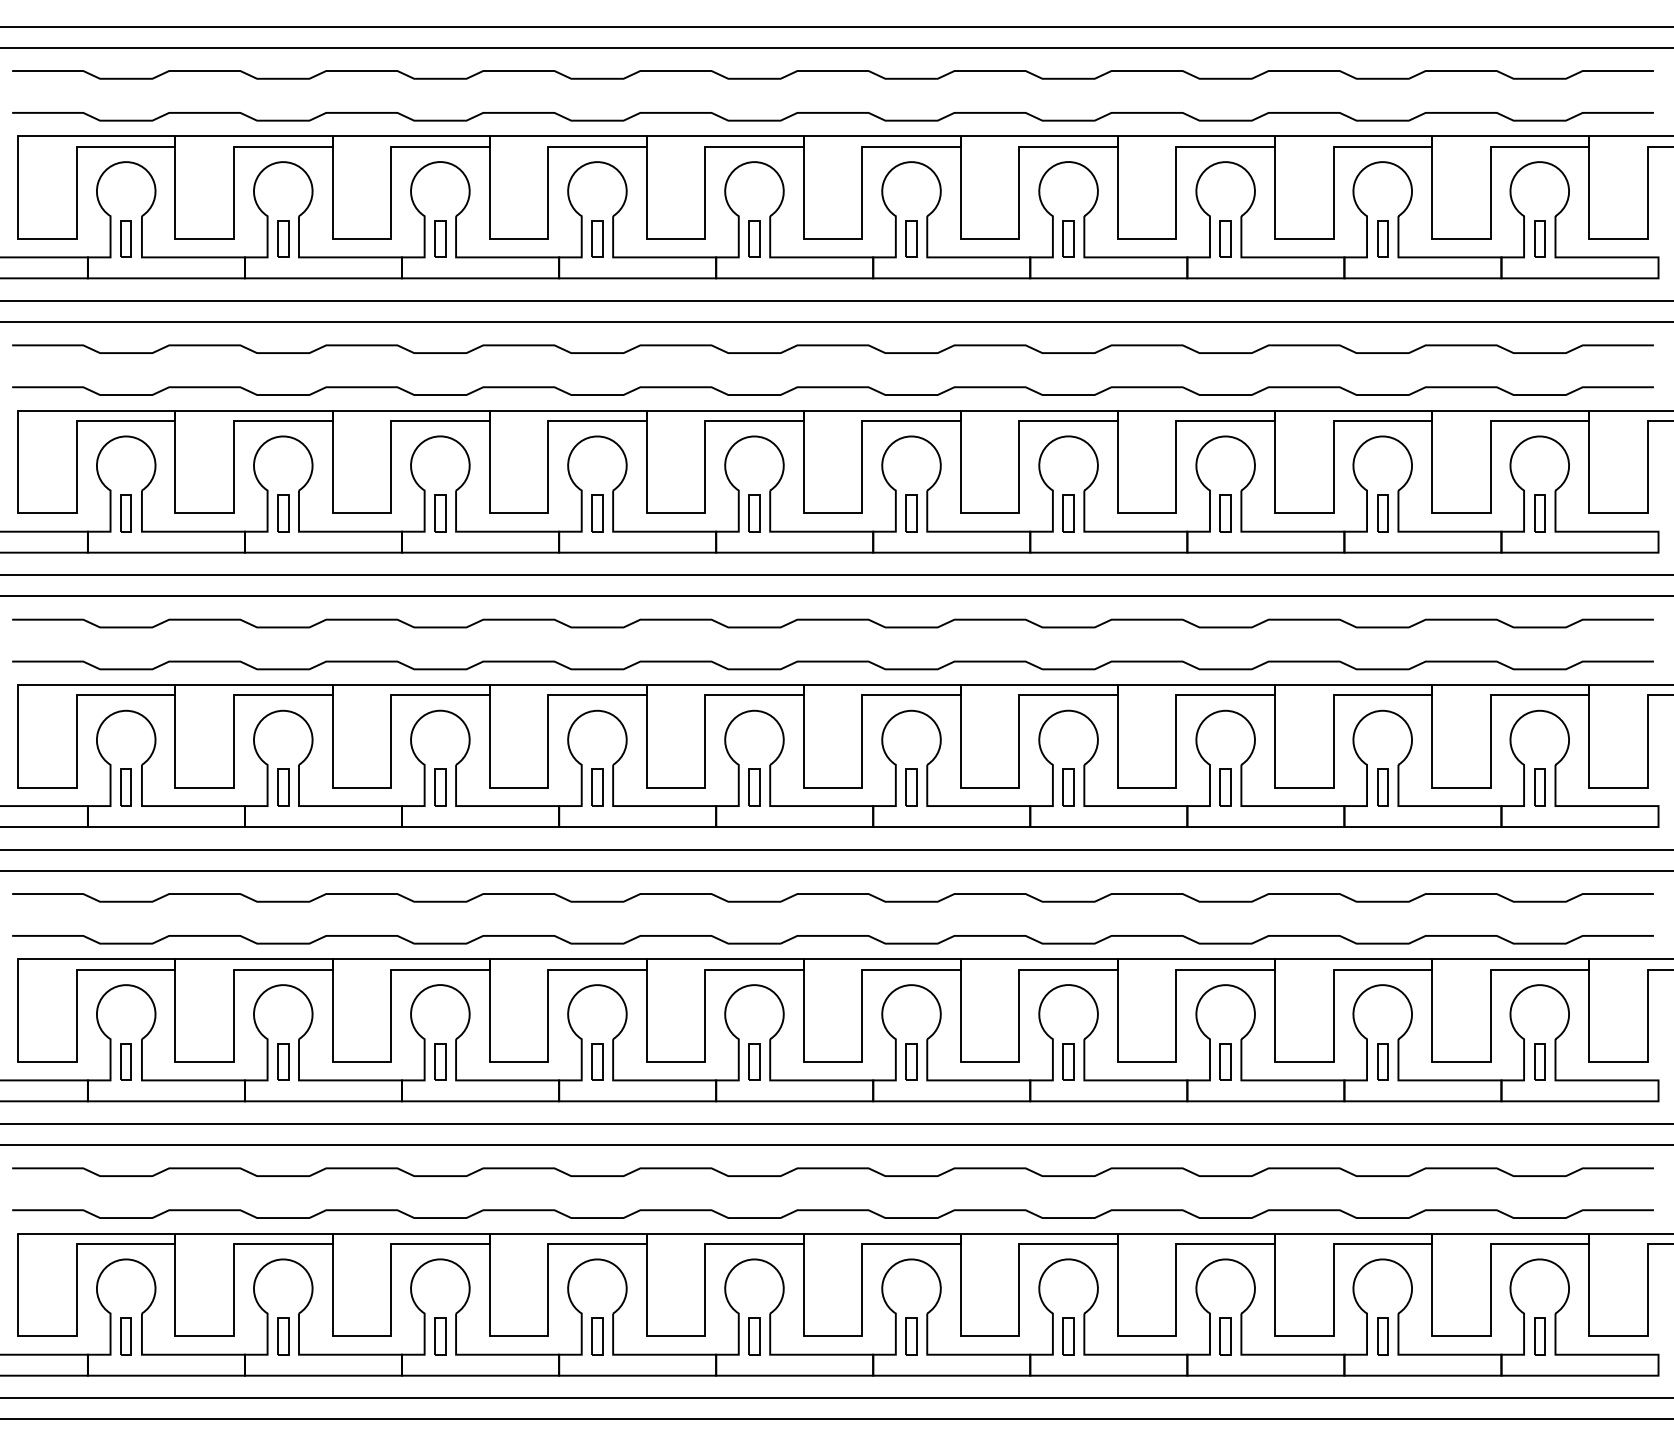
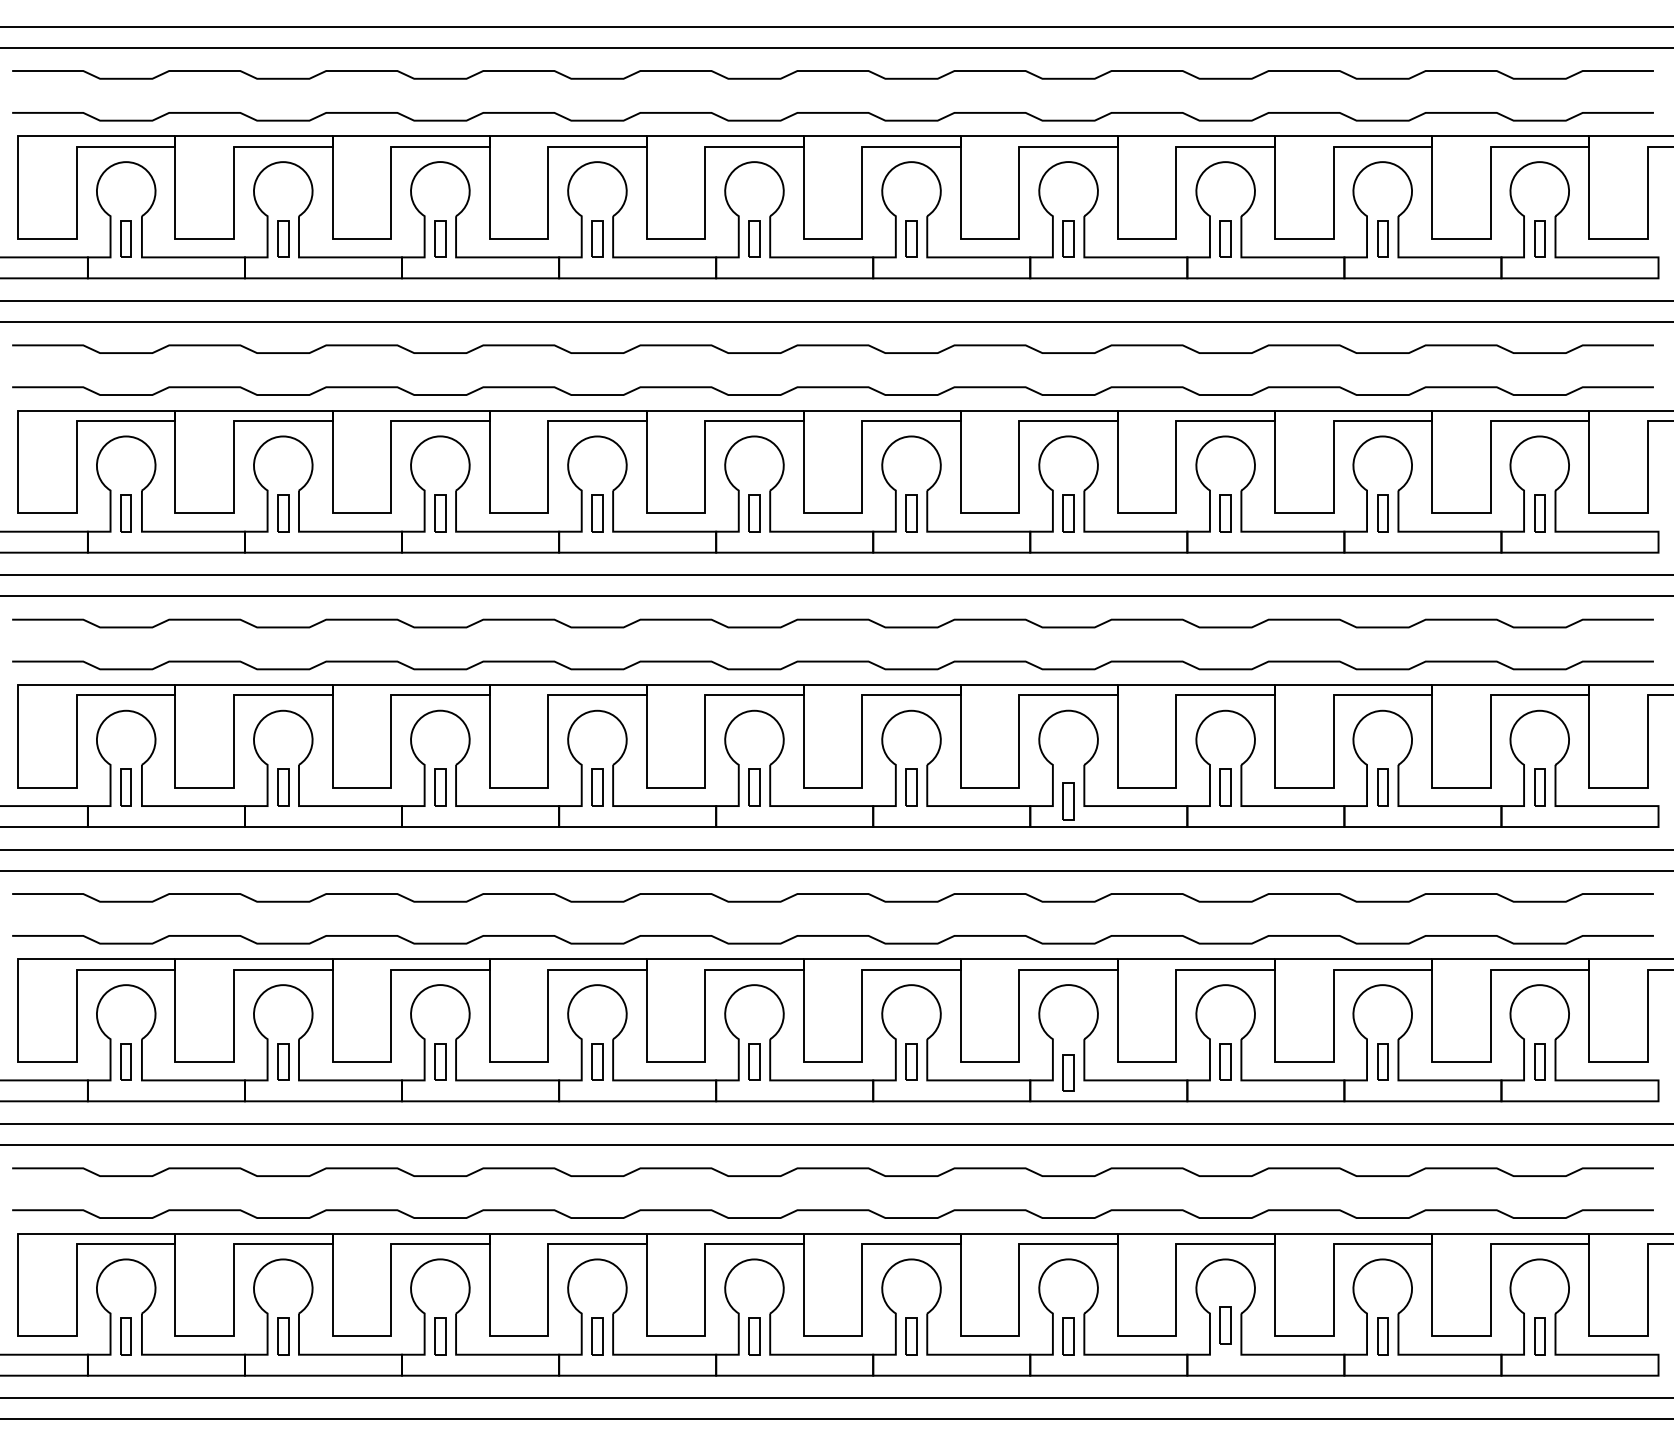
part at (1068, 787) position: (1068, 787) -> (1068, 801)
part at (1068, 1061) position: (1068, 1061) -> (1068, 1072)
part at (1225, 1336) position: (1225, 1336) -> (1225, 1325)
